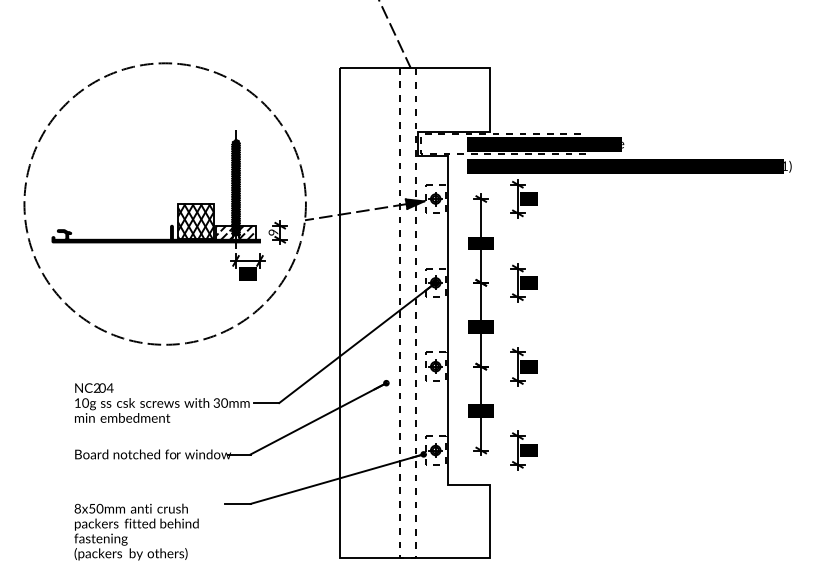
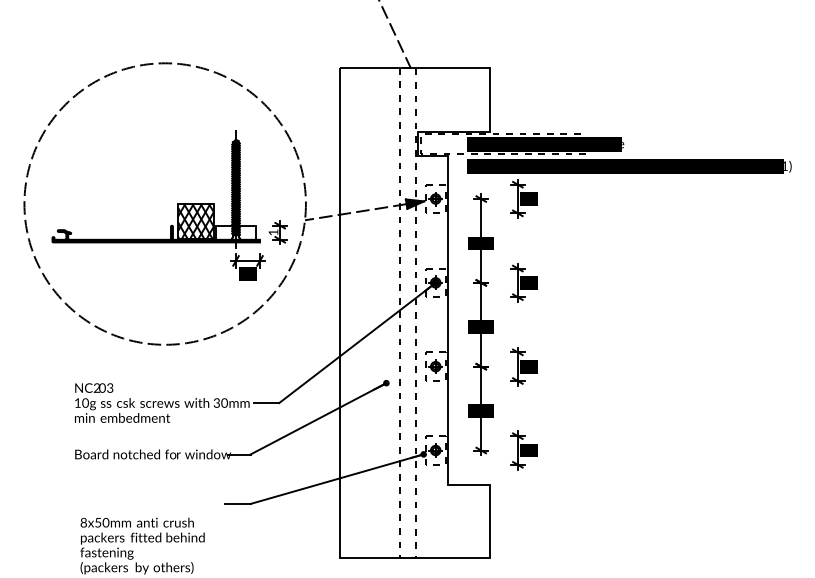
hatch at (234, 232): present -> none
text at (273, 232): 9 -> 1
text at (109, 387): 04 -> 03
text at (136, 531) position: (136, 531) -> (142, 545)
